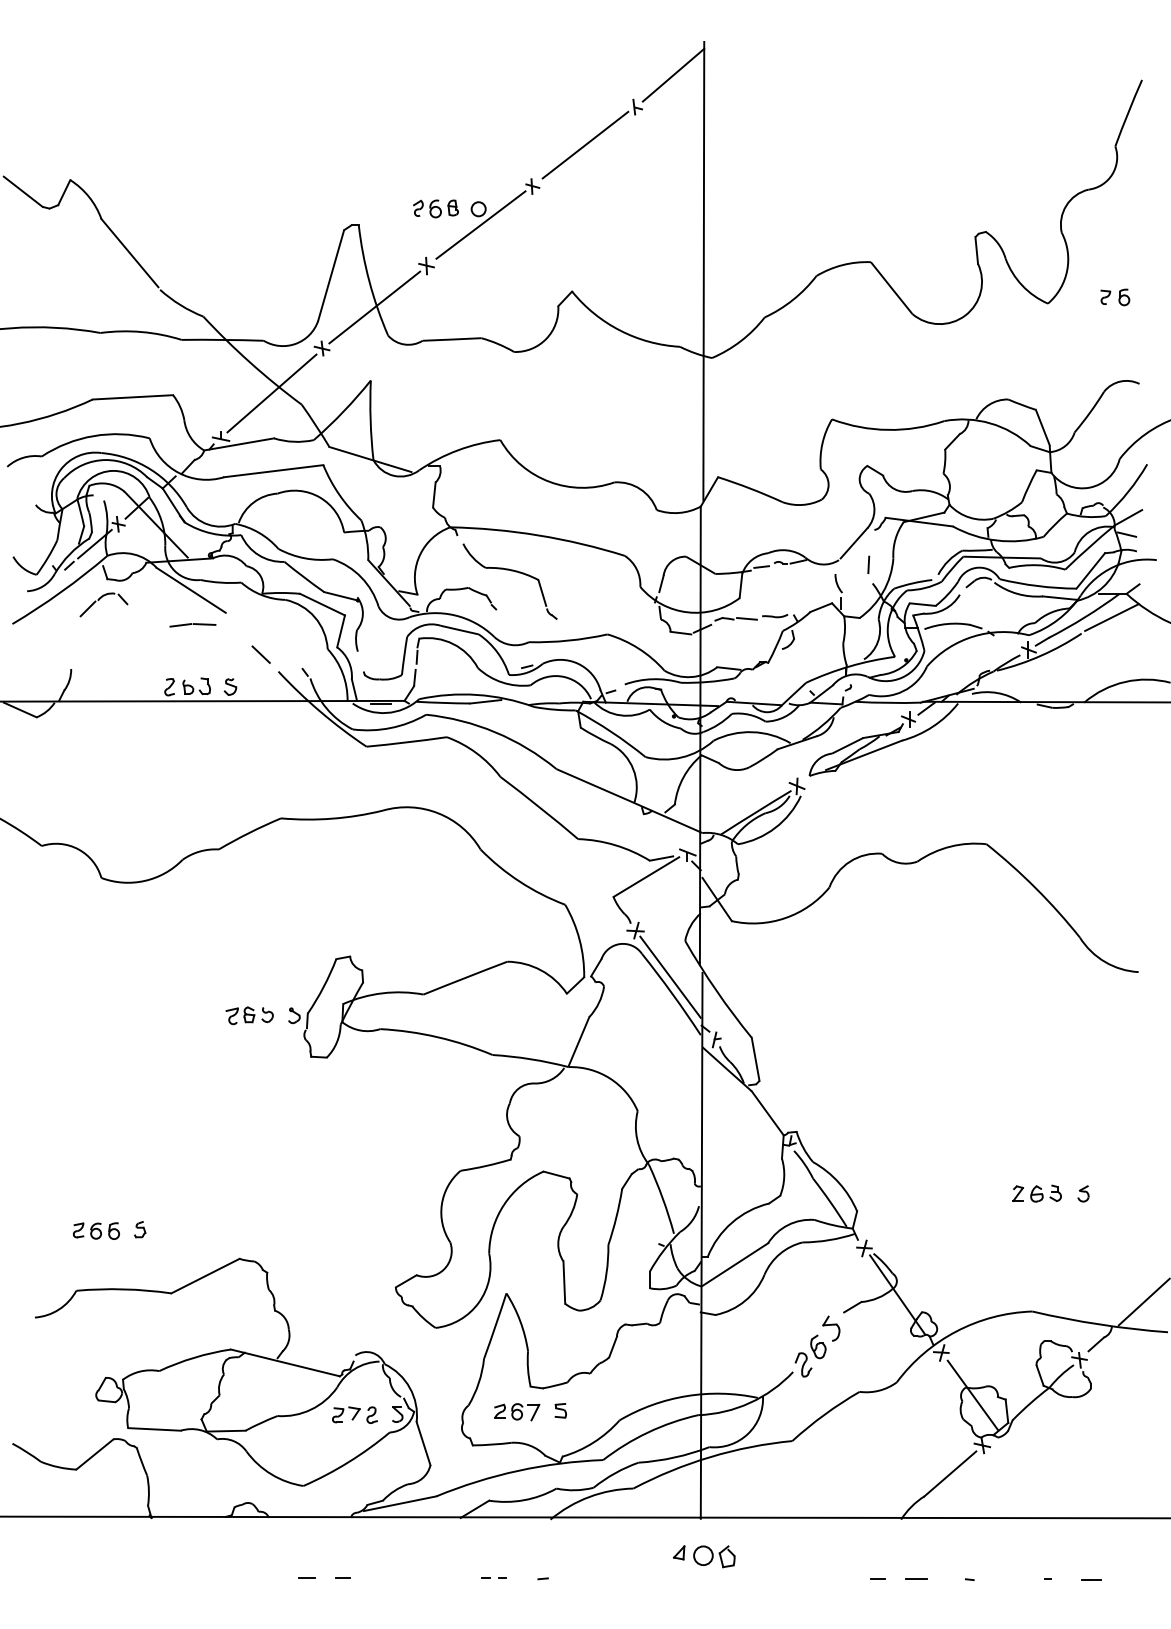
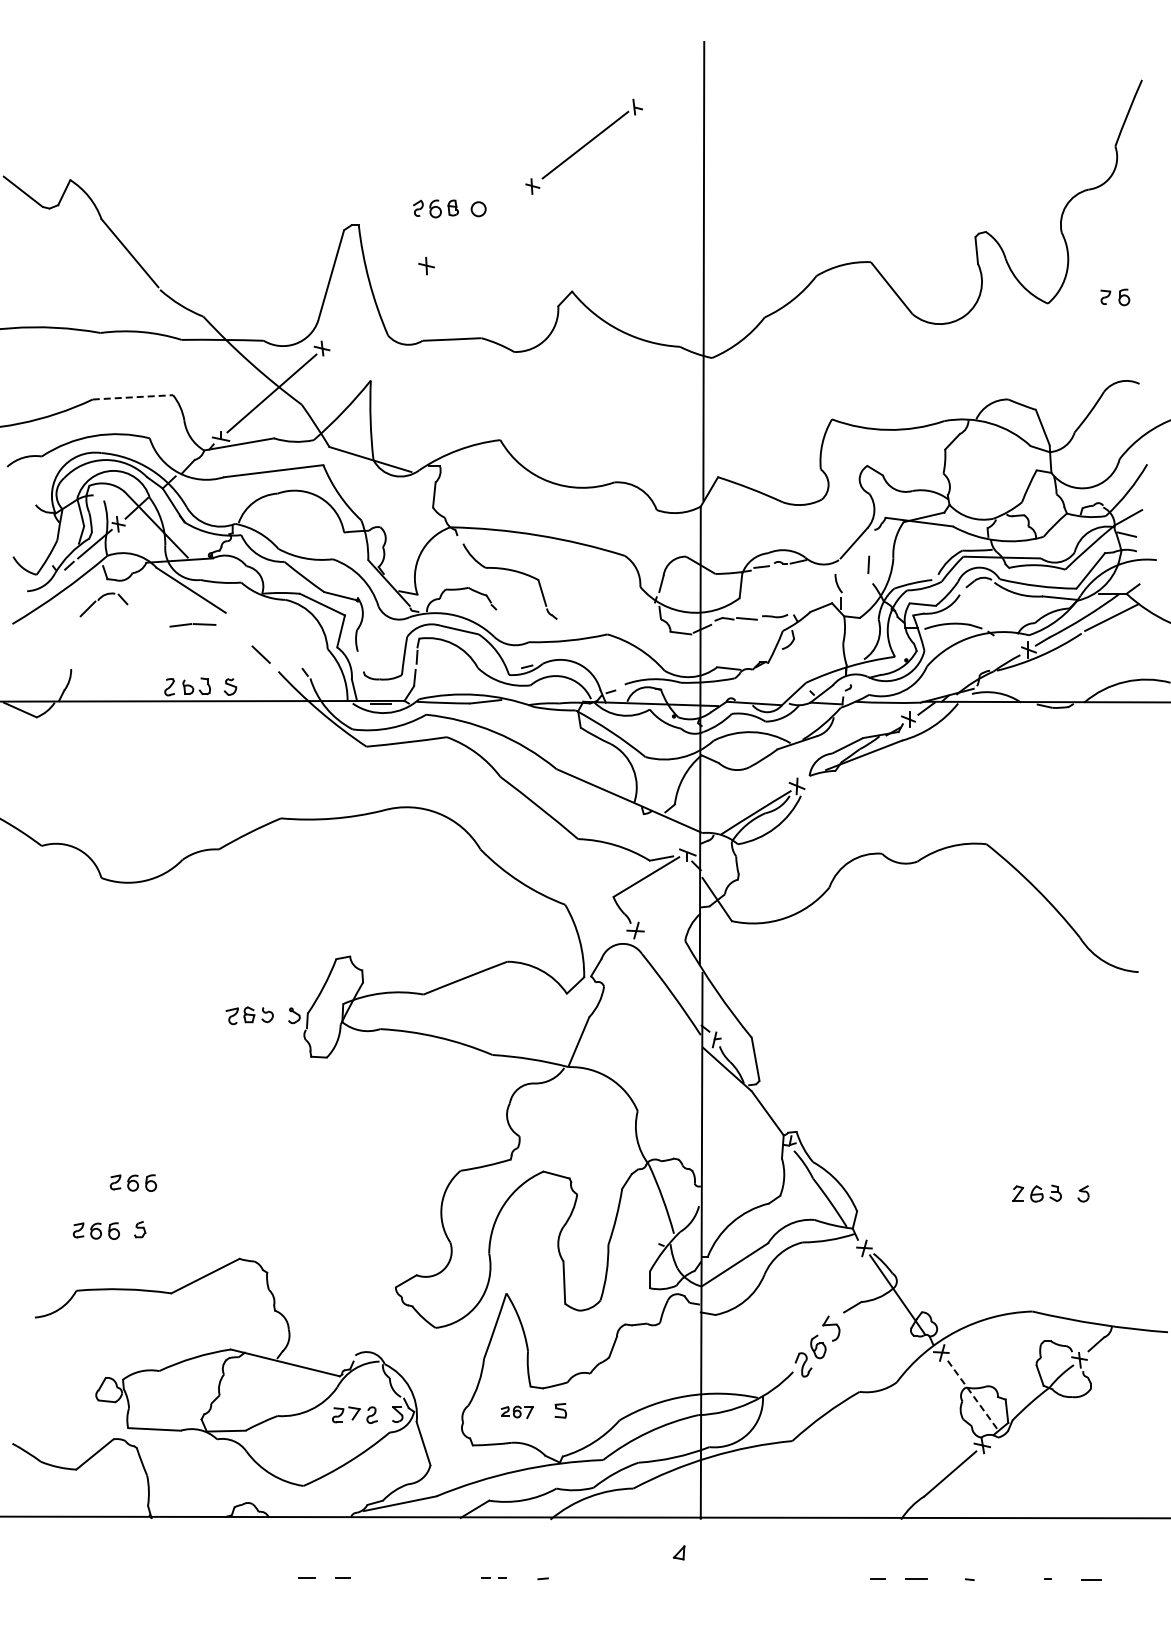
line at (673, 74): present -> none
line at (480, 224): present -> none
line at (374, 307): present -> none
line at (133, 397): solid -> dashed
line at (670, 976): present -> none
part at (132, 1182): none -> present
line at (1142, 1302): present -> none
line at (972, 1395): solid -> dashed
part at (517, 1412) size: 47x19 px -> 34x14 px
part at (714, 1556): present -> none
